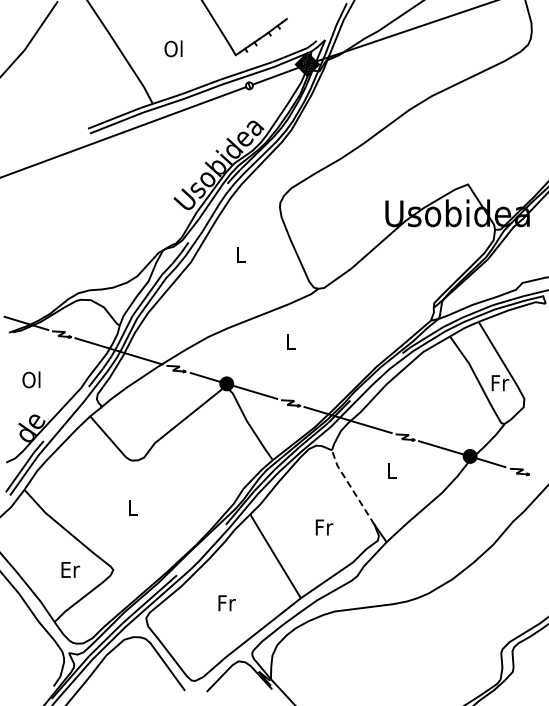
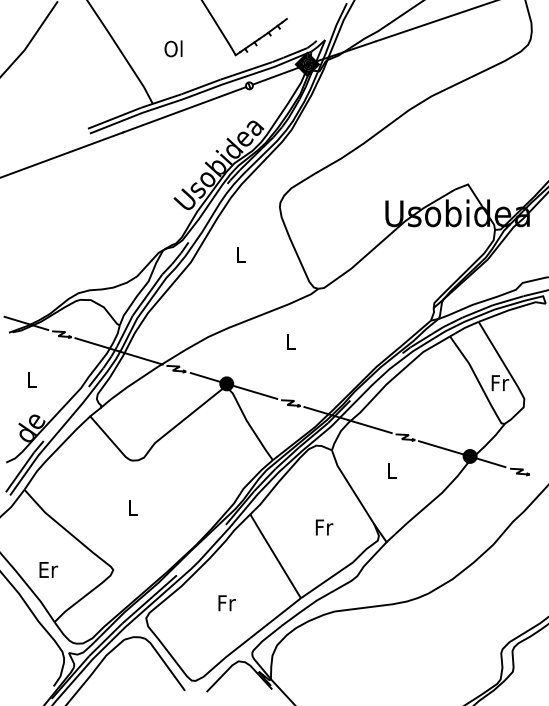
text at (31, 379): Ol -> L
line at (351, 487): dashed -> solid
text at (70, 569) position: (70, 569) -> (48, 569)
